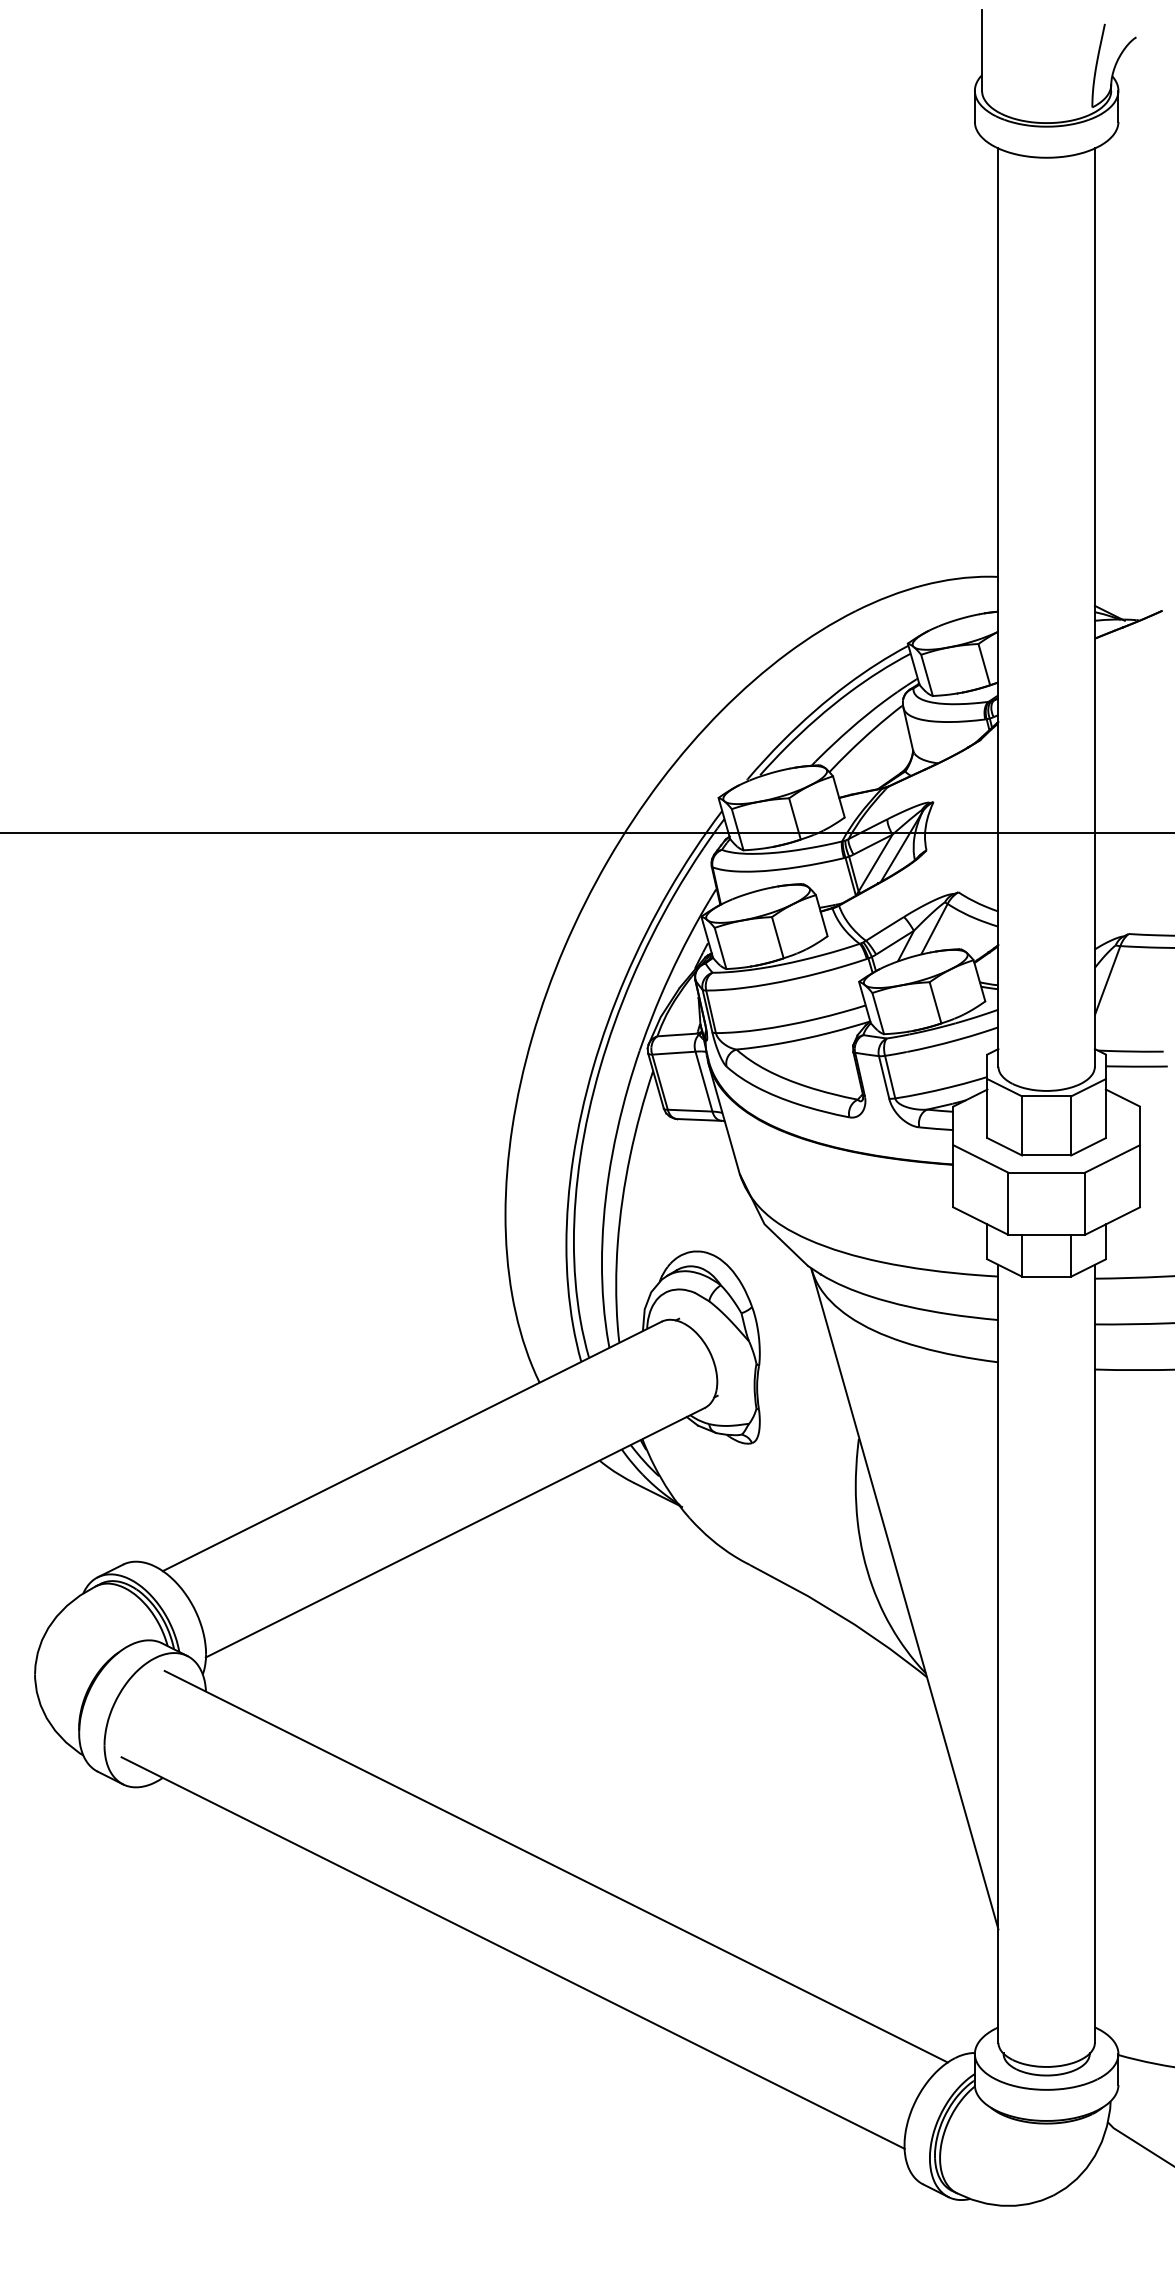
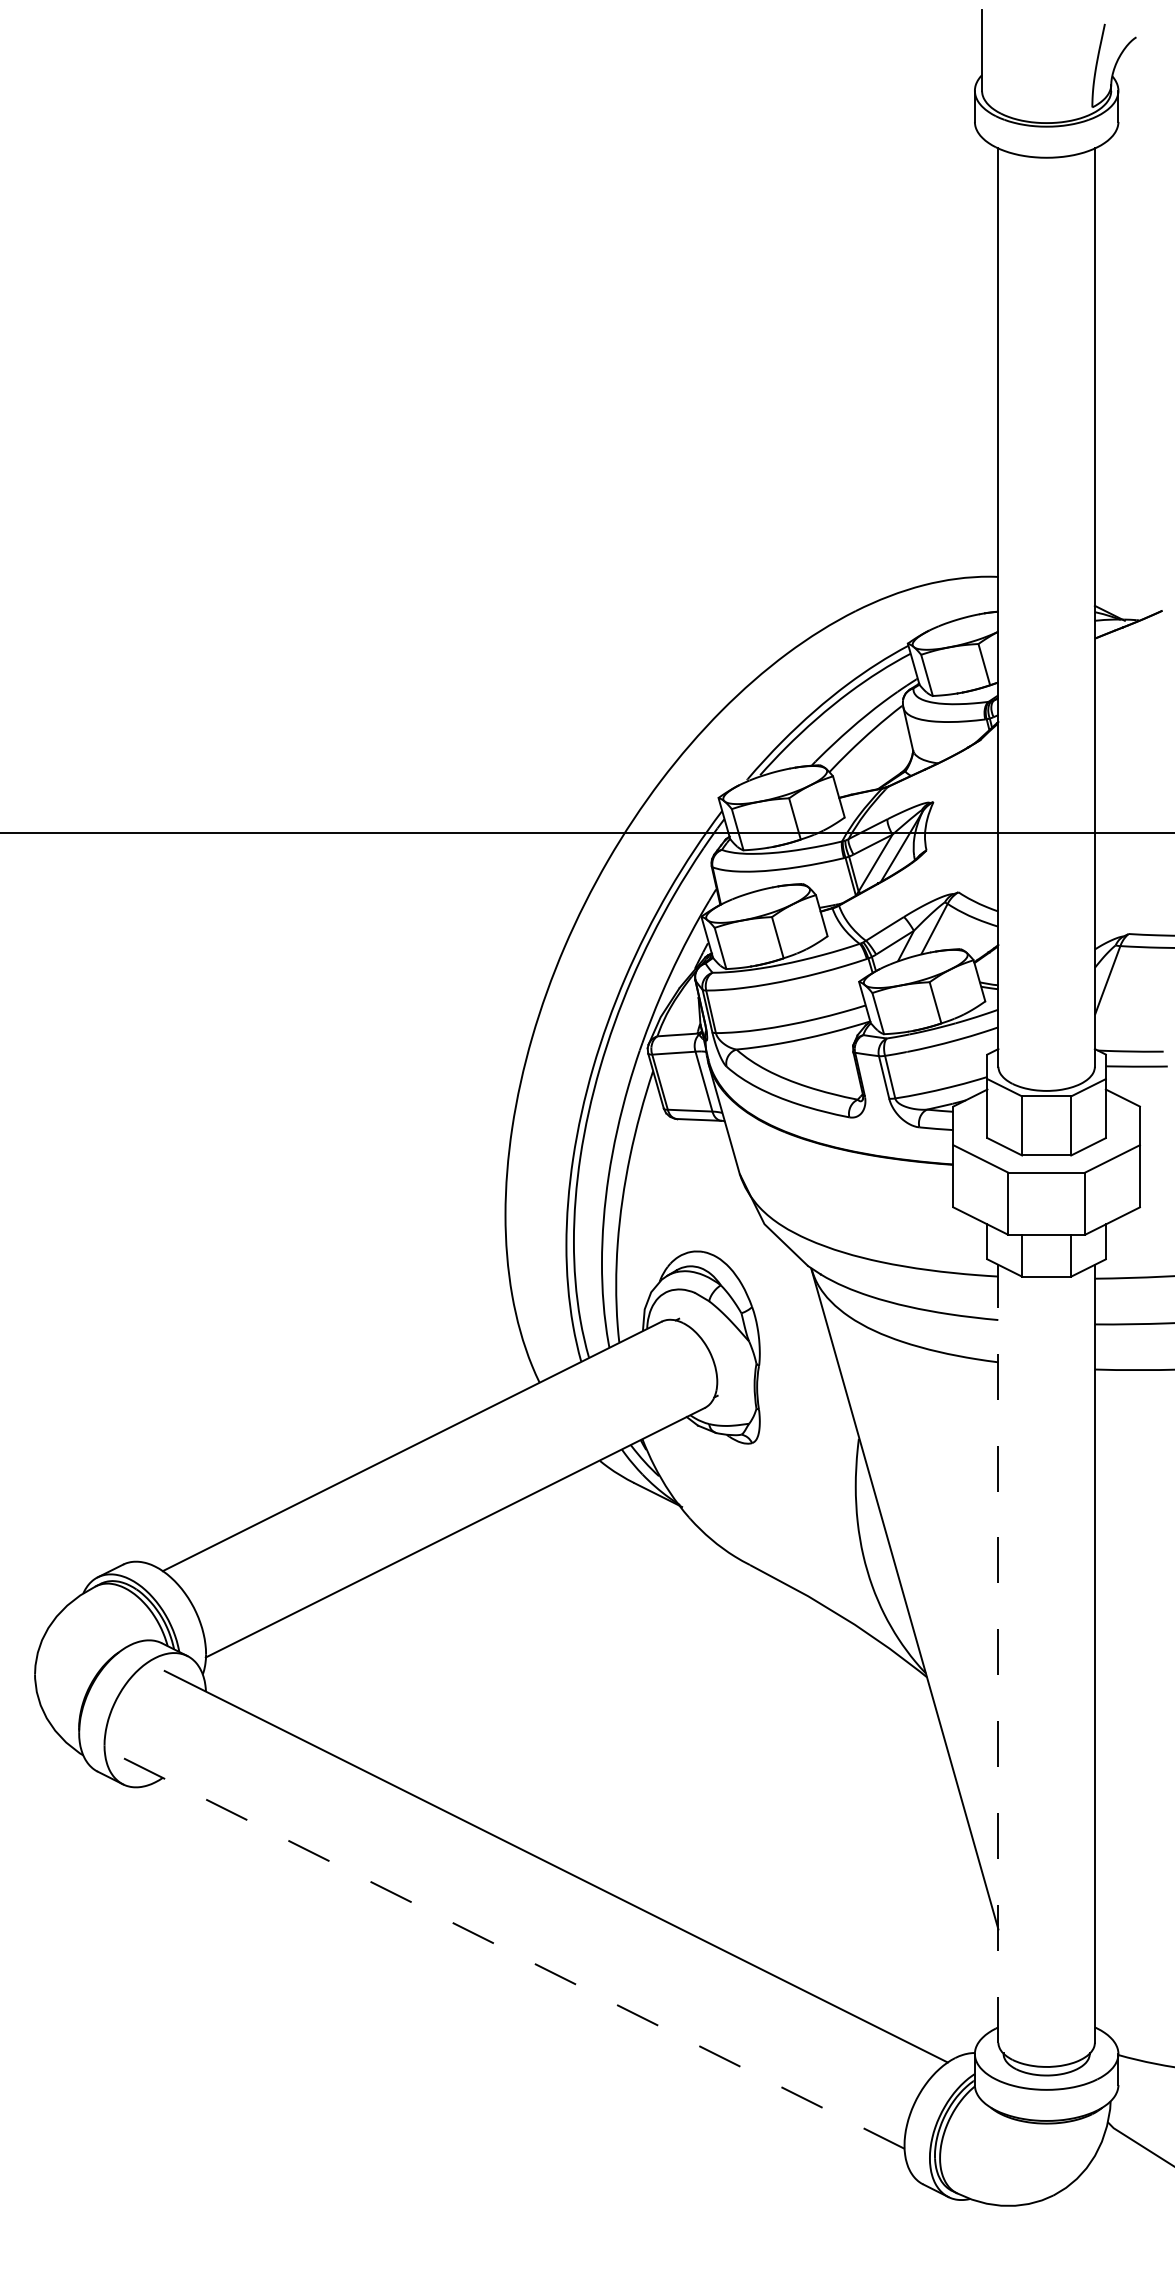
line at (998, 1653): solid -> dashed
line at (513, 1953): solid -> dashed
